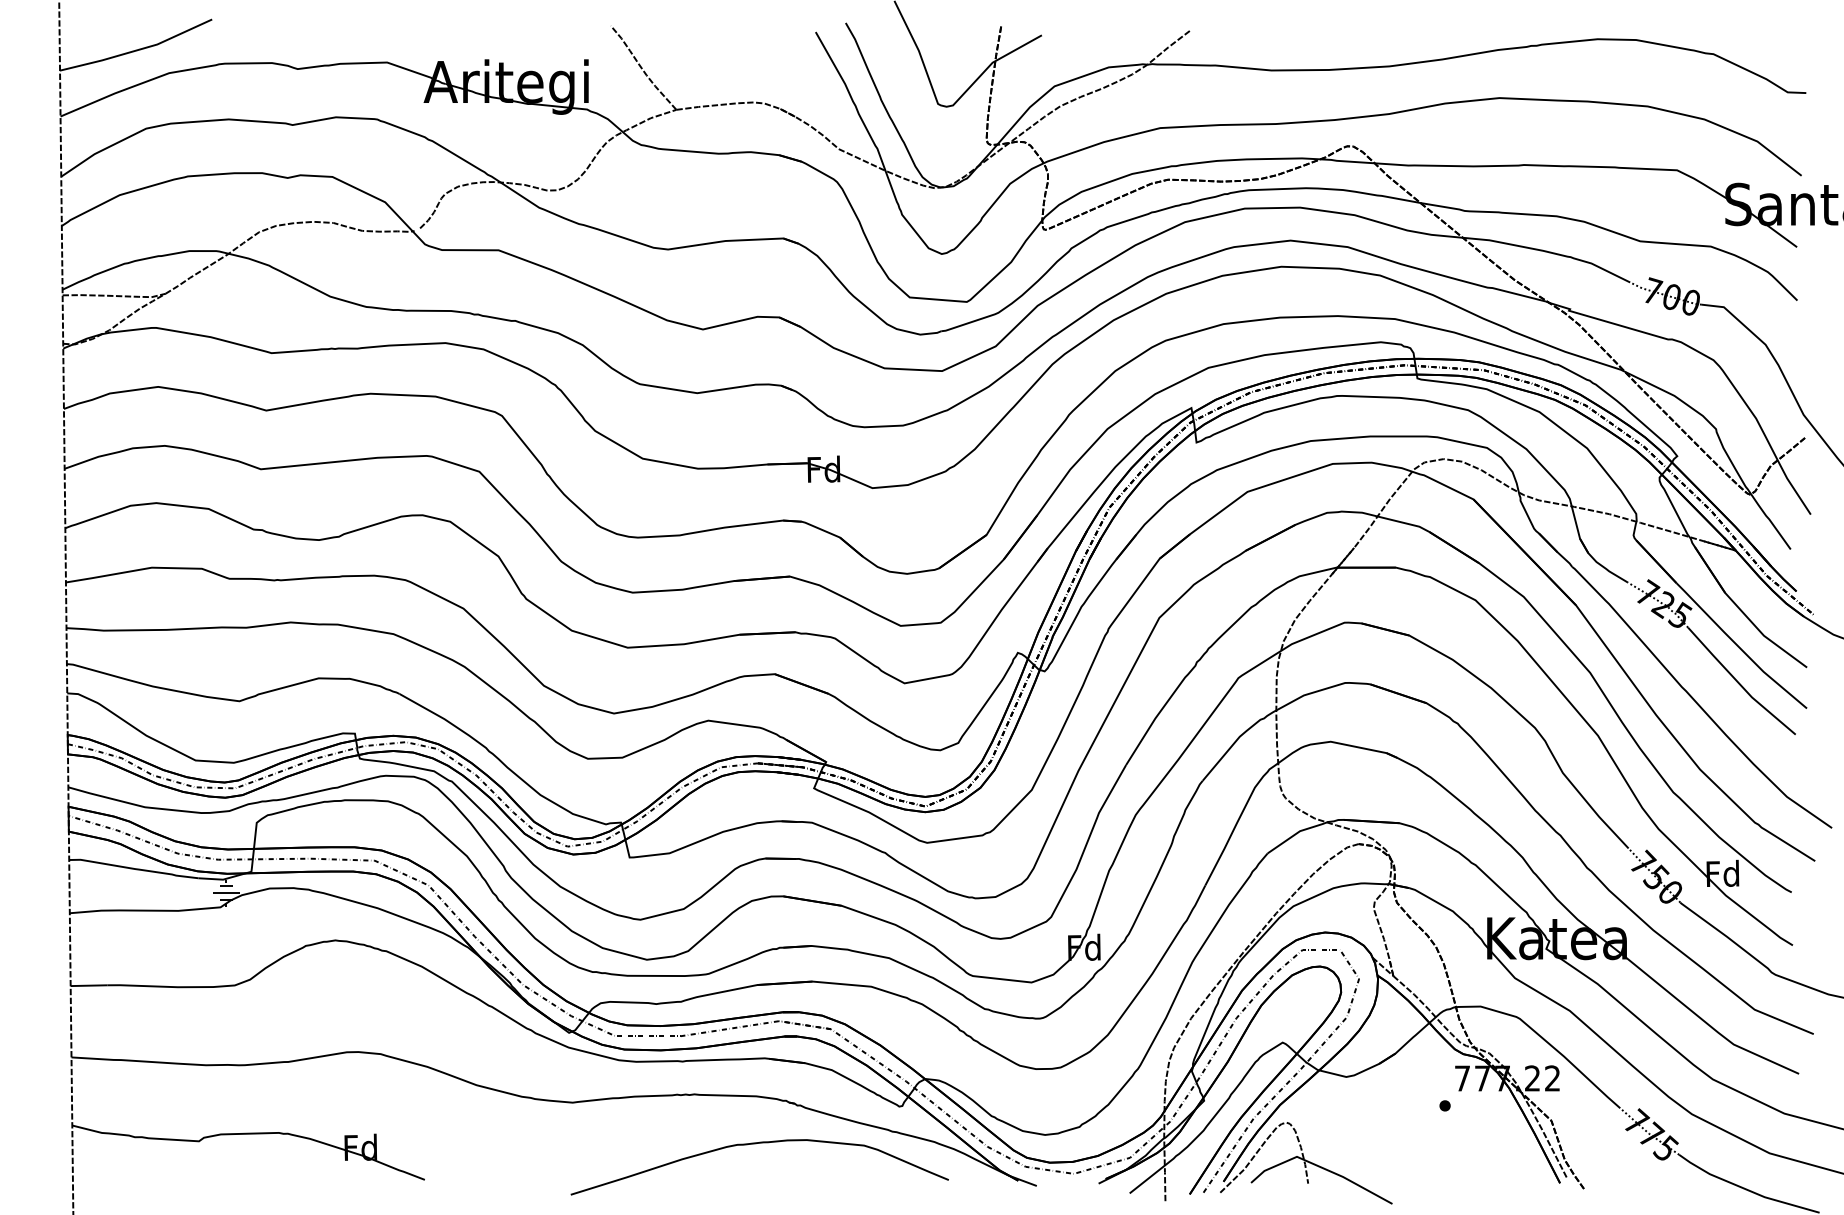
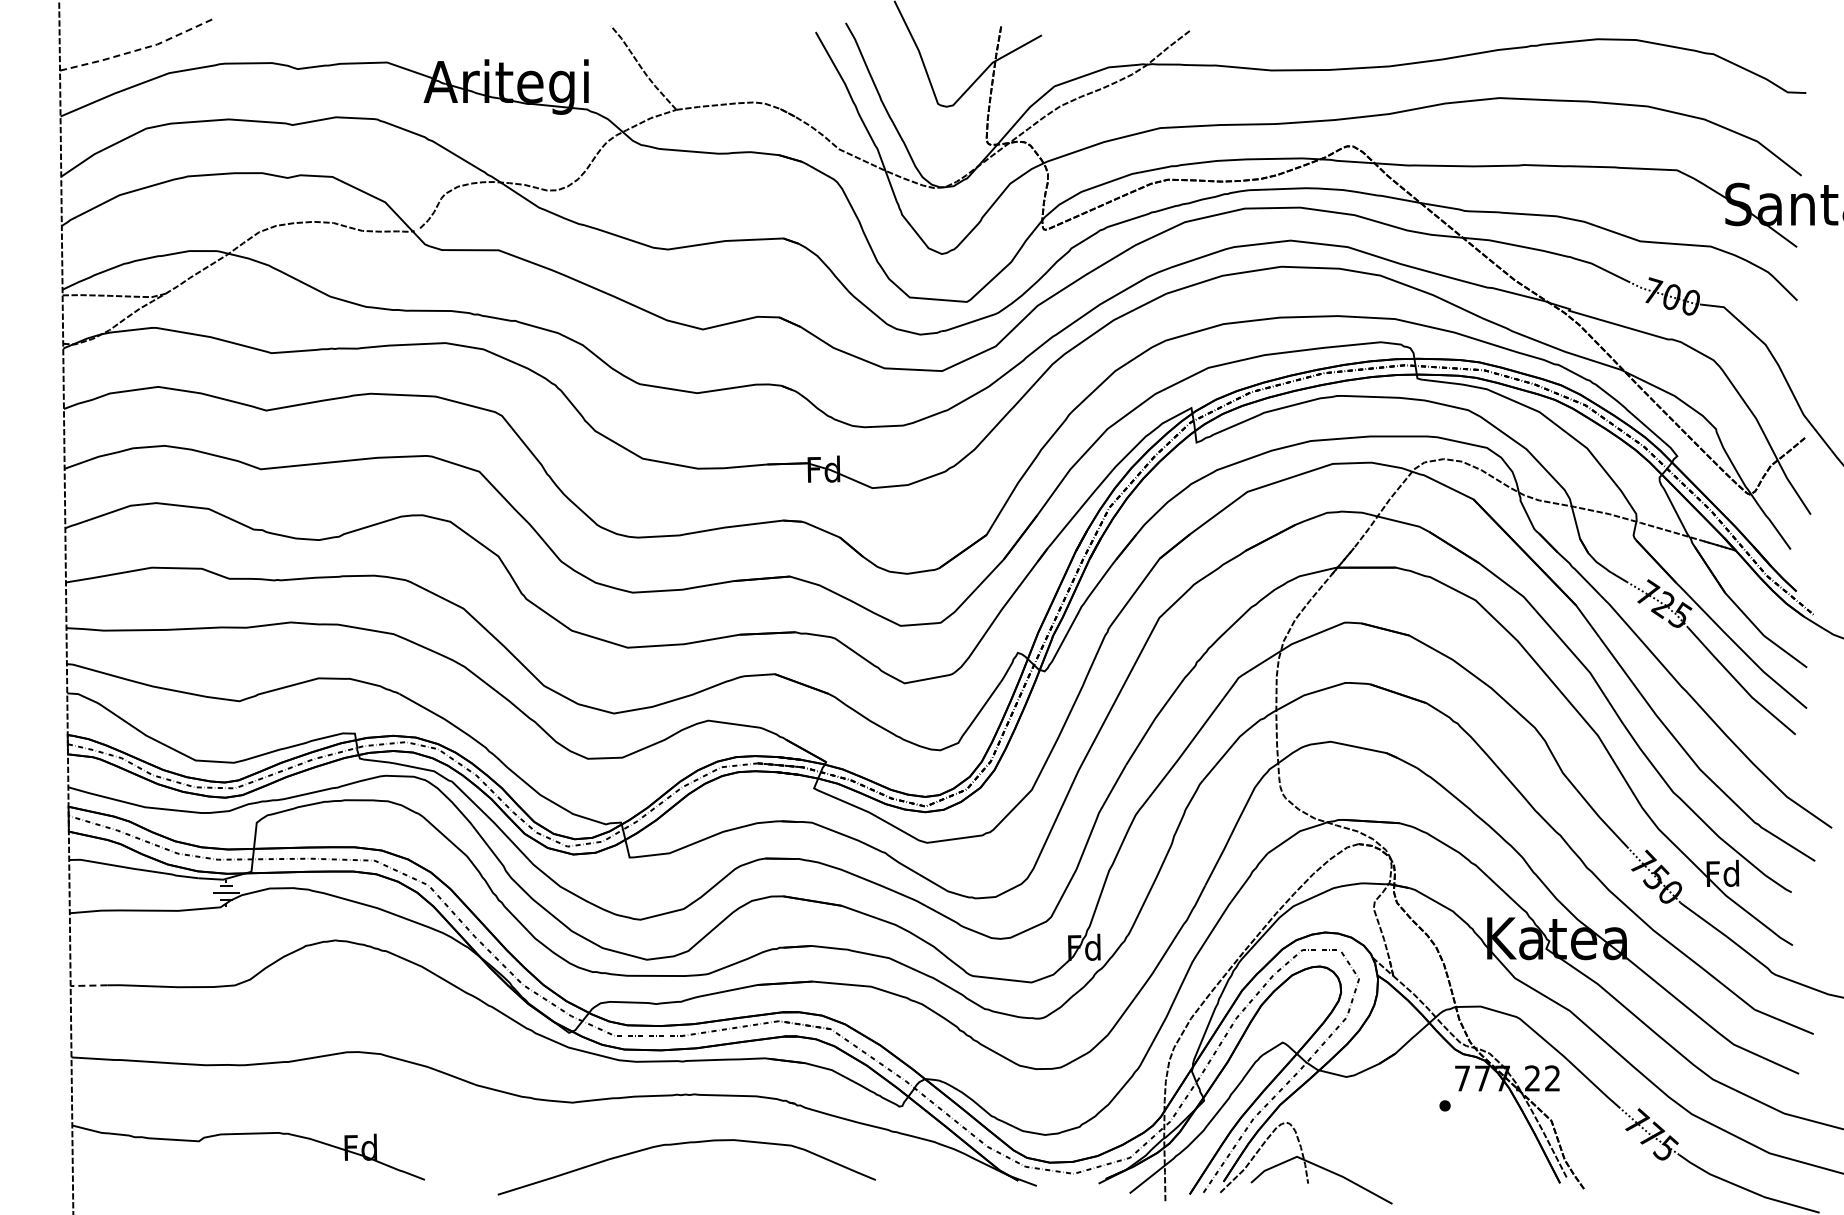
line at (137, 50): solid -> dashed
line at (88, 985): solid -> dashed
curve at (756, 1144) position: (756, 1144) -> (683, 1144)
